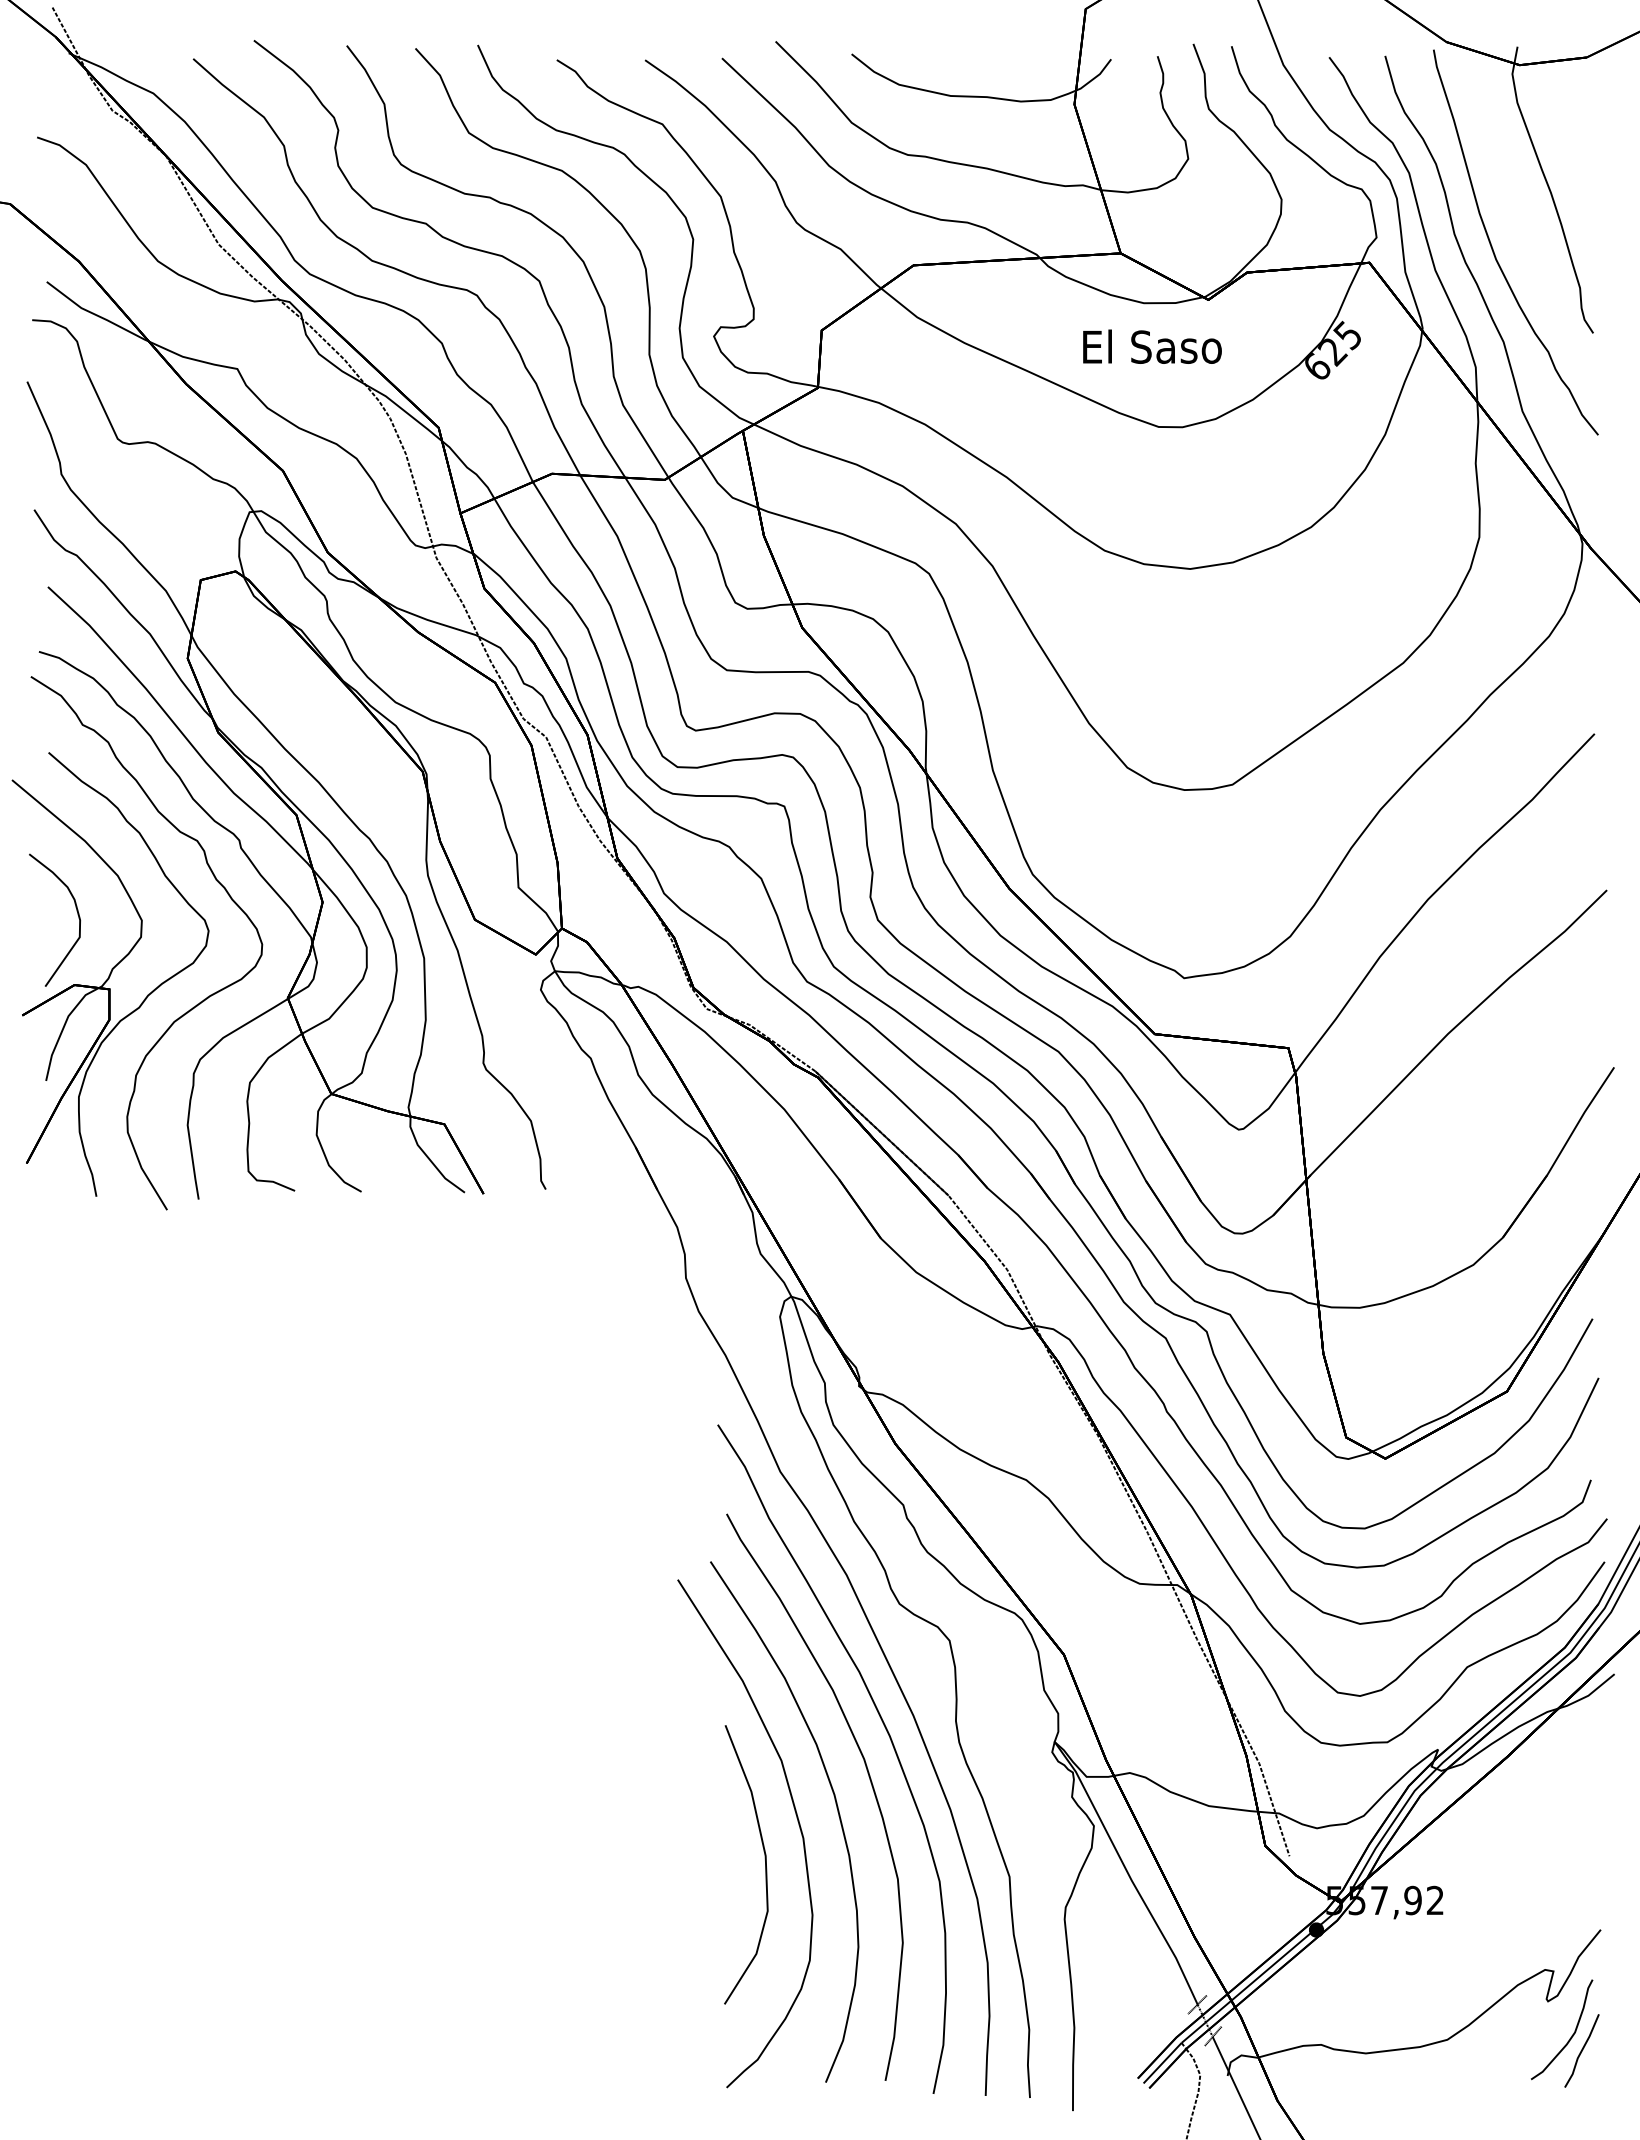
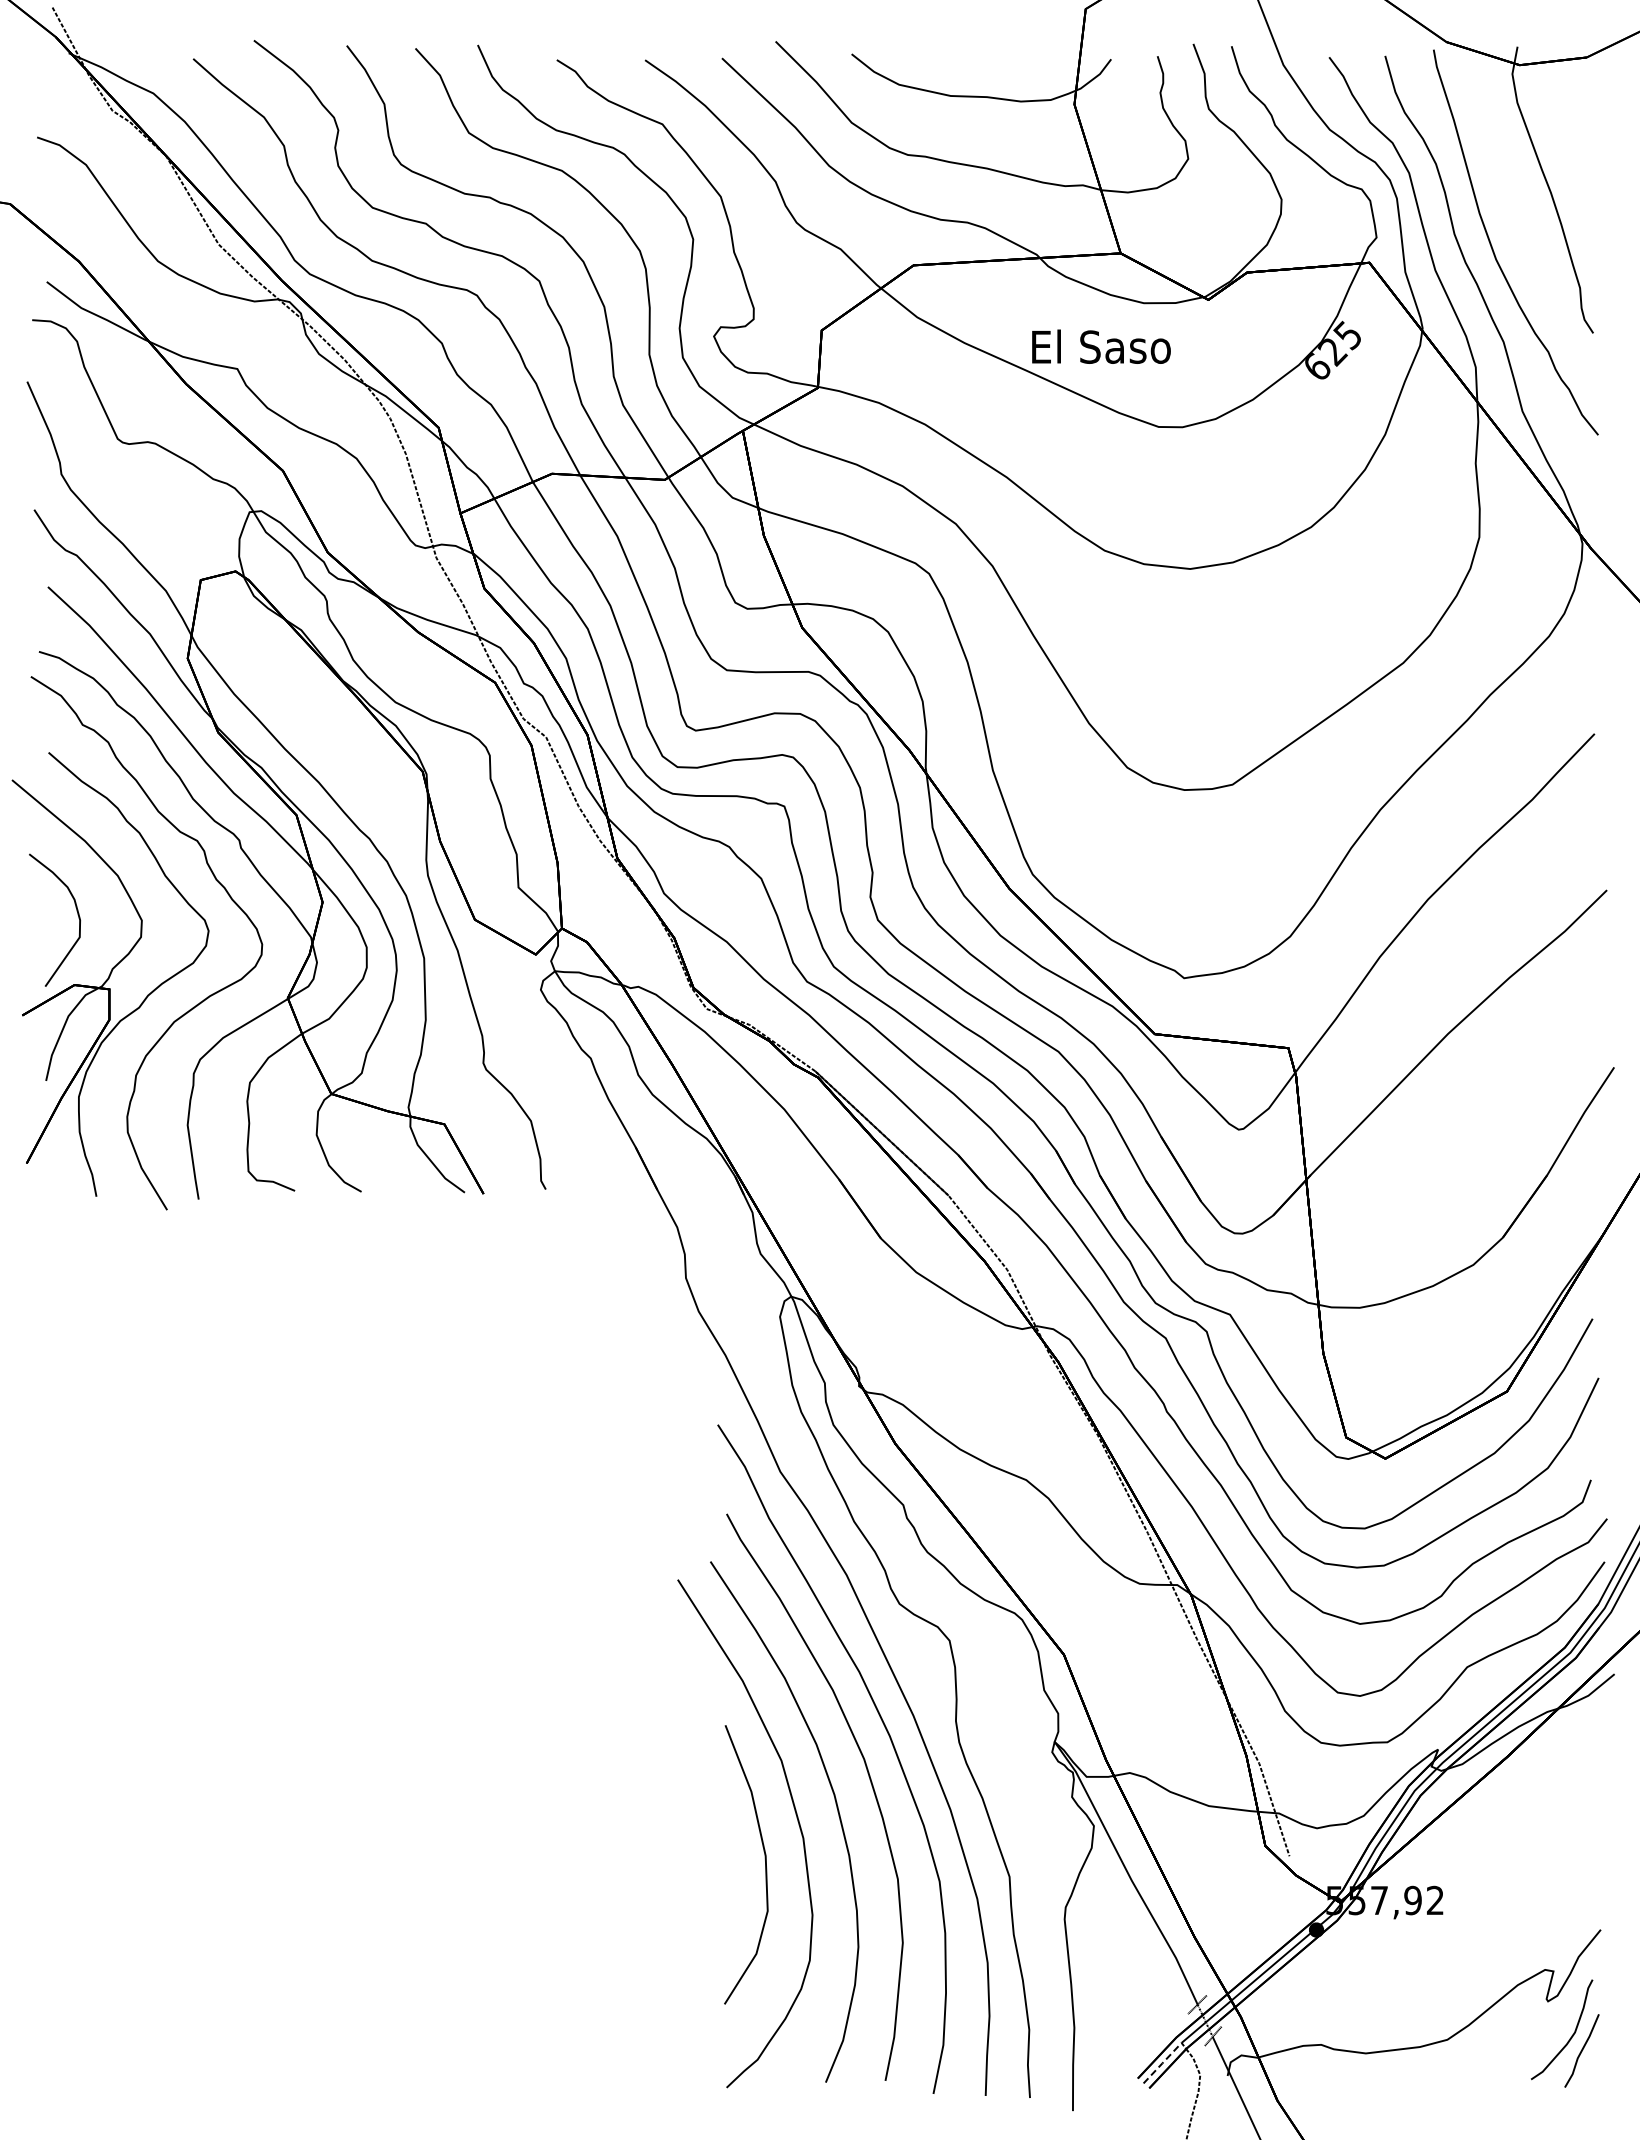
text at (1152, 346) position: (1152, 346) -> (1101, 346)
line at (1162, 2063): solid -> dashed
